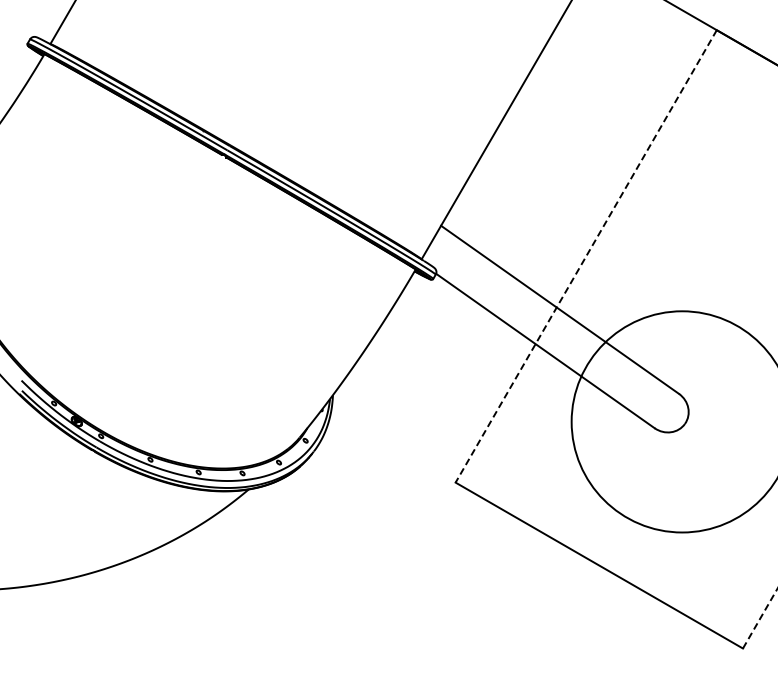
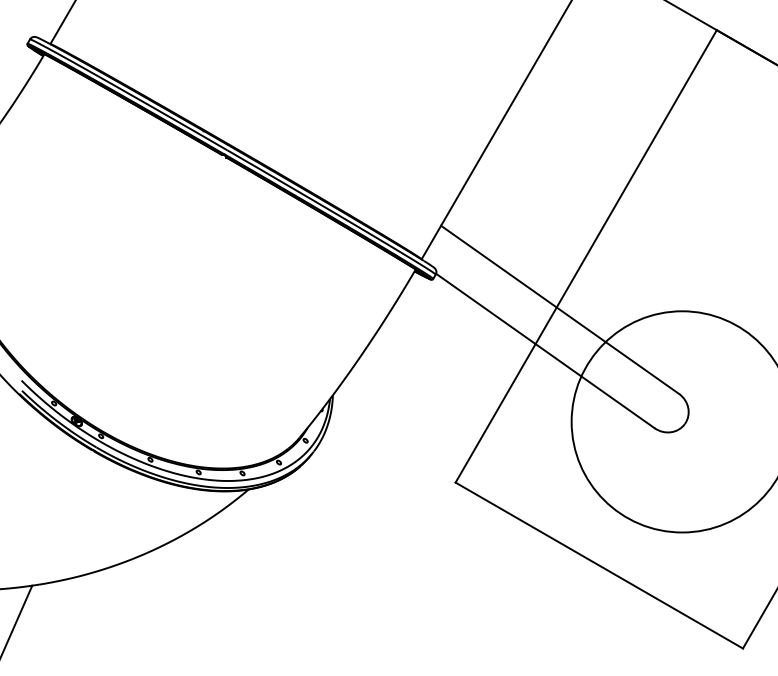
line at (585, 256): dashed -> solid
line at (760, 618): dashed -> solid
line at (17, 619): none -> present
